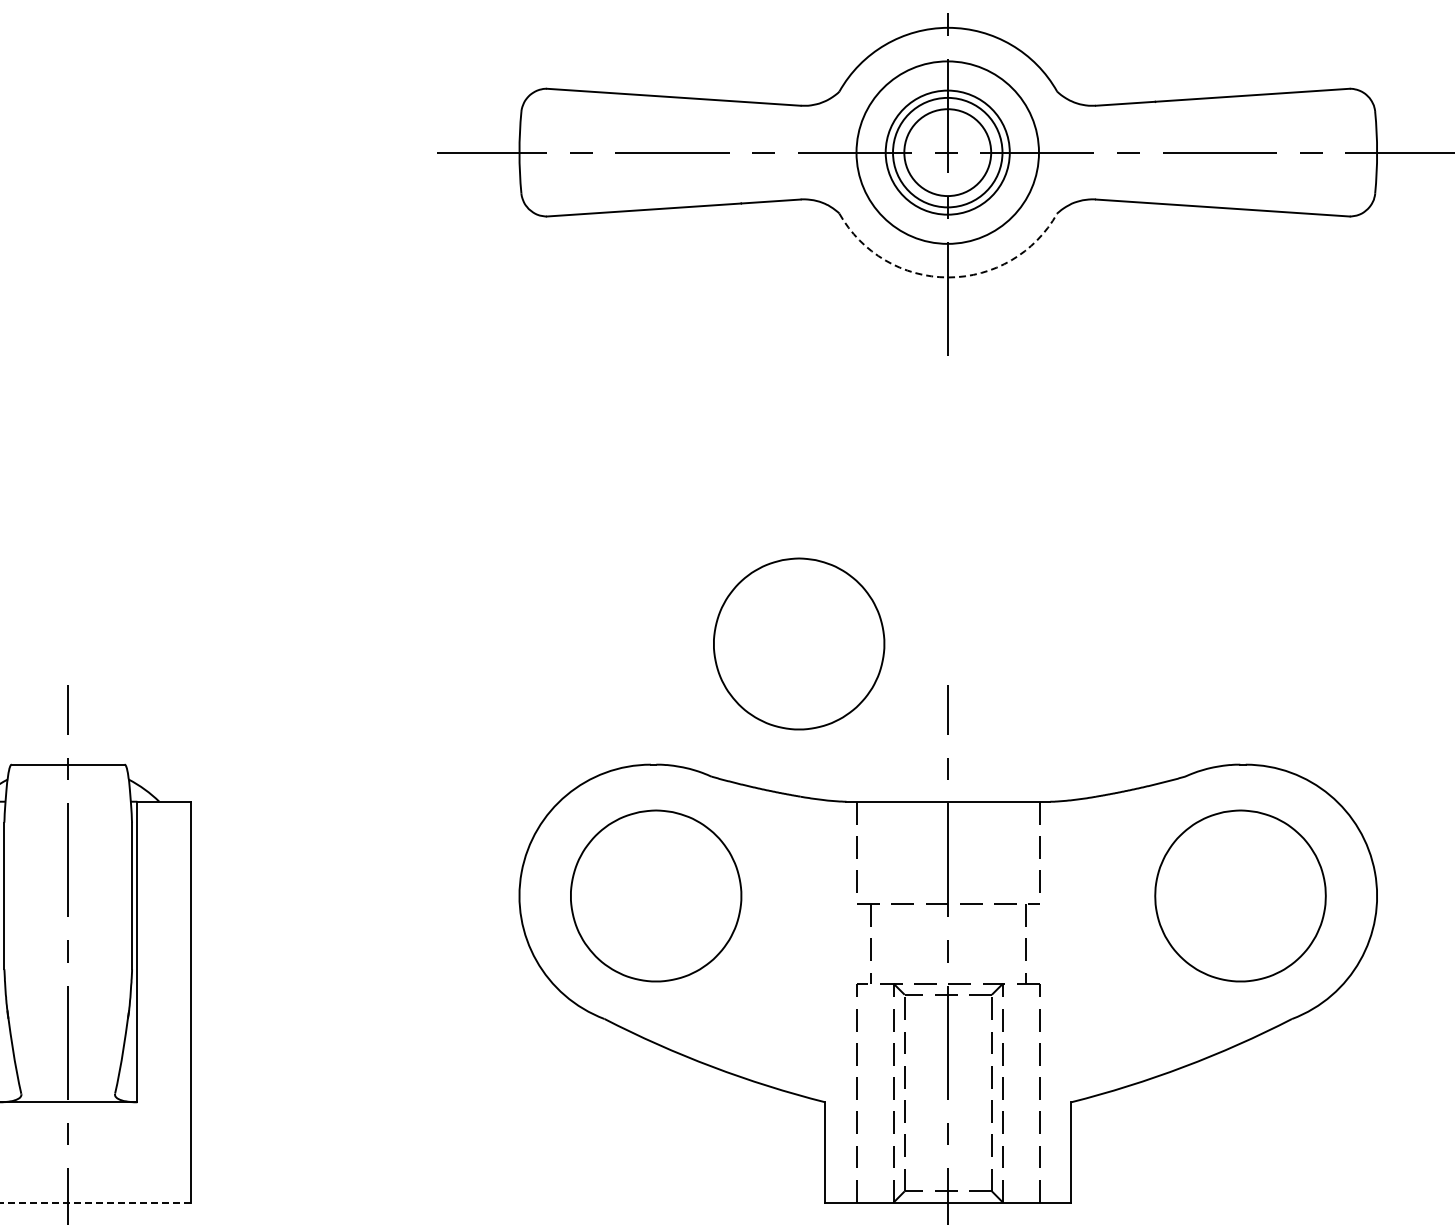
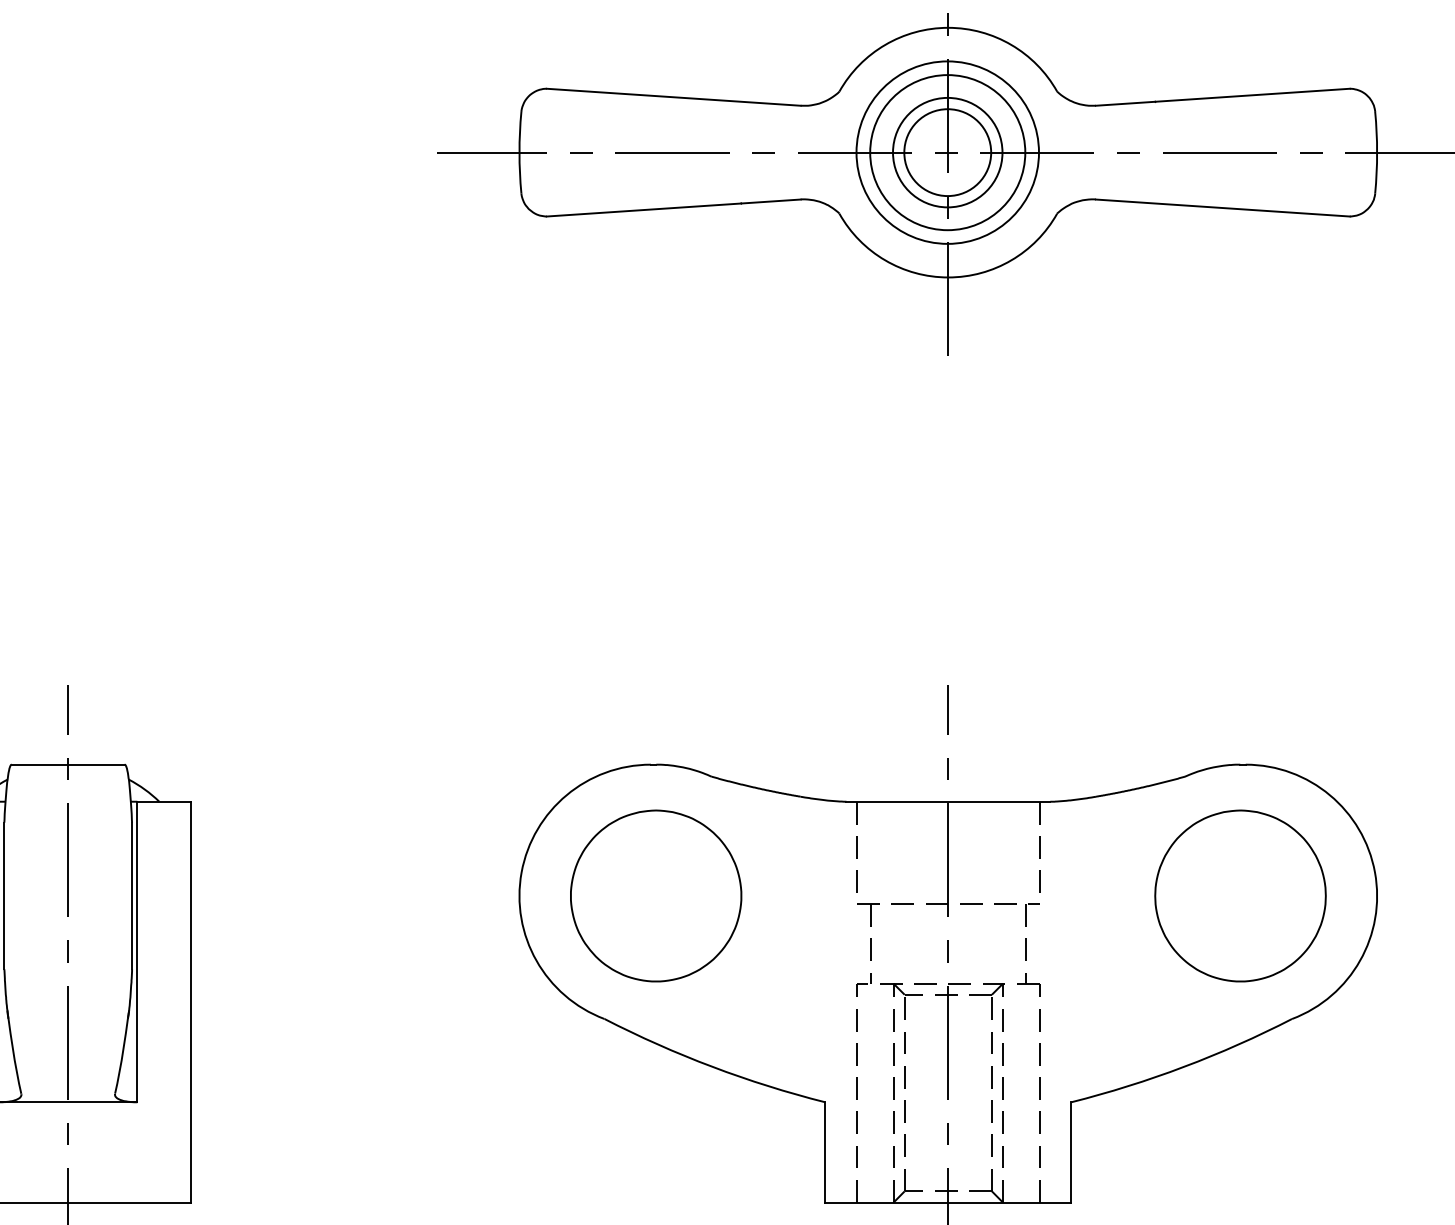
circle at (947, 152) diameter: 124 px -> 155 px
arc at (948, 277): dashed -> solid
part at (799, 643): present -> none
line at (95, 1202): dashed -> solid
